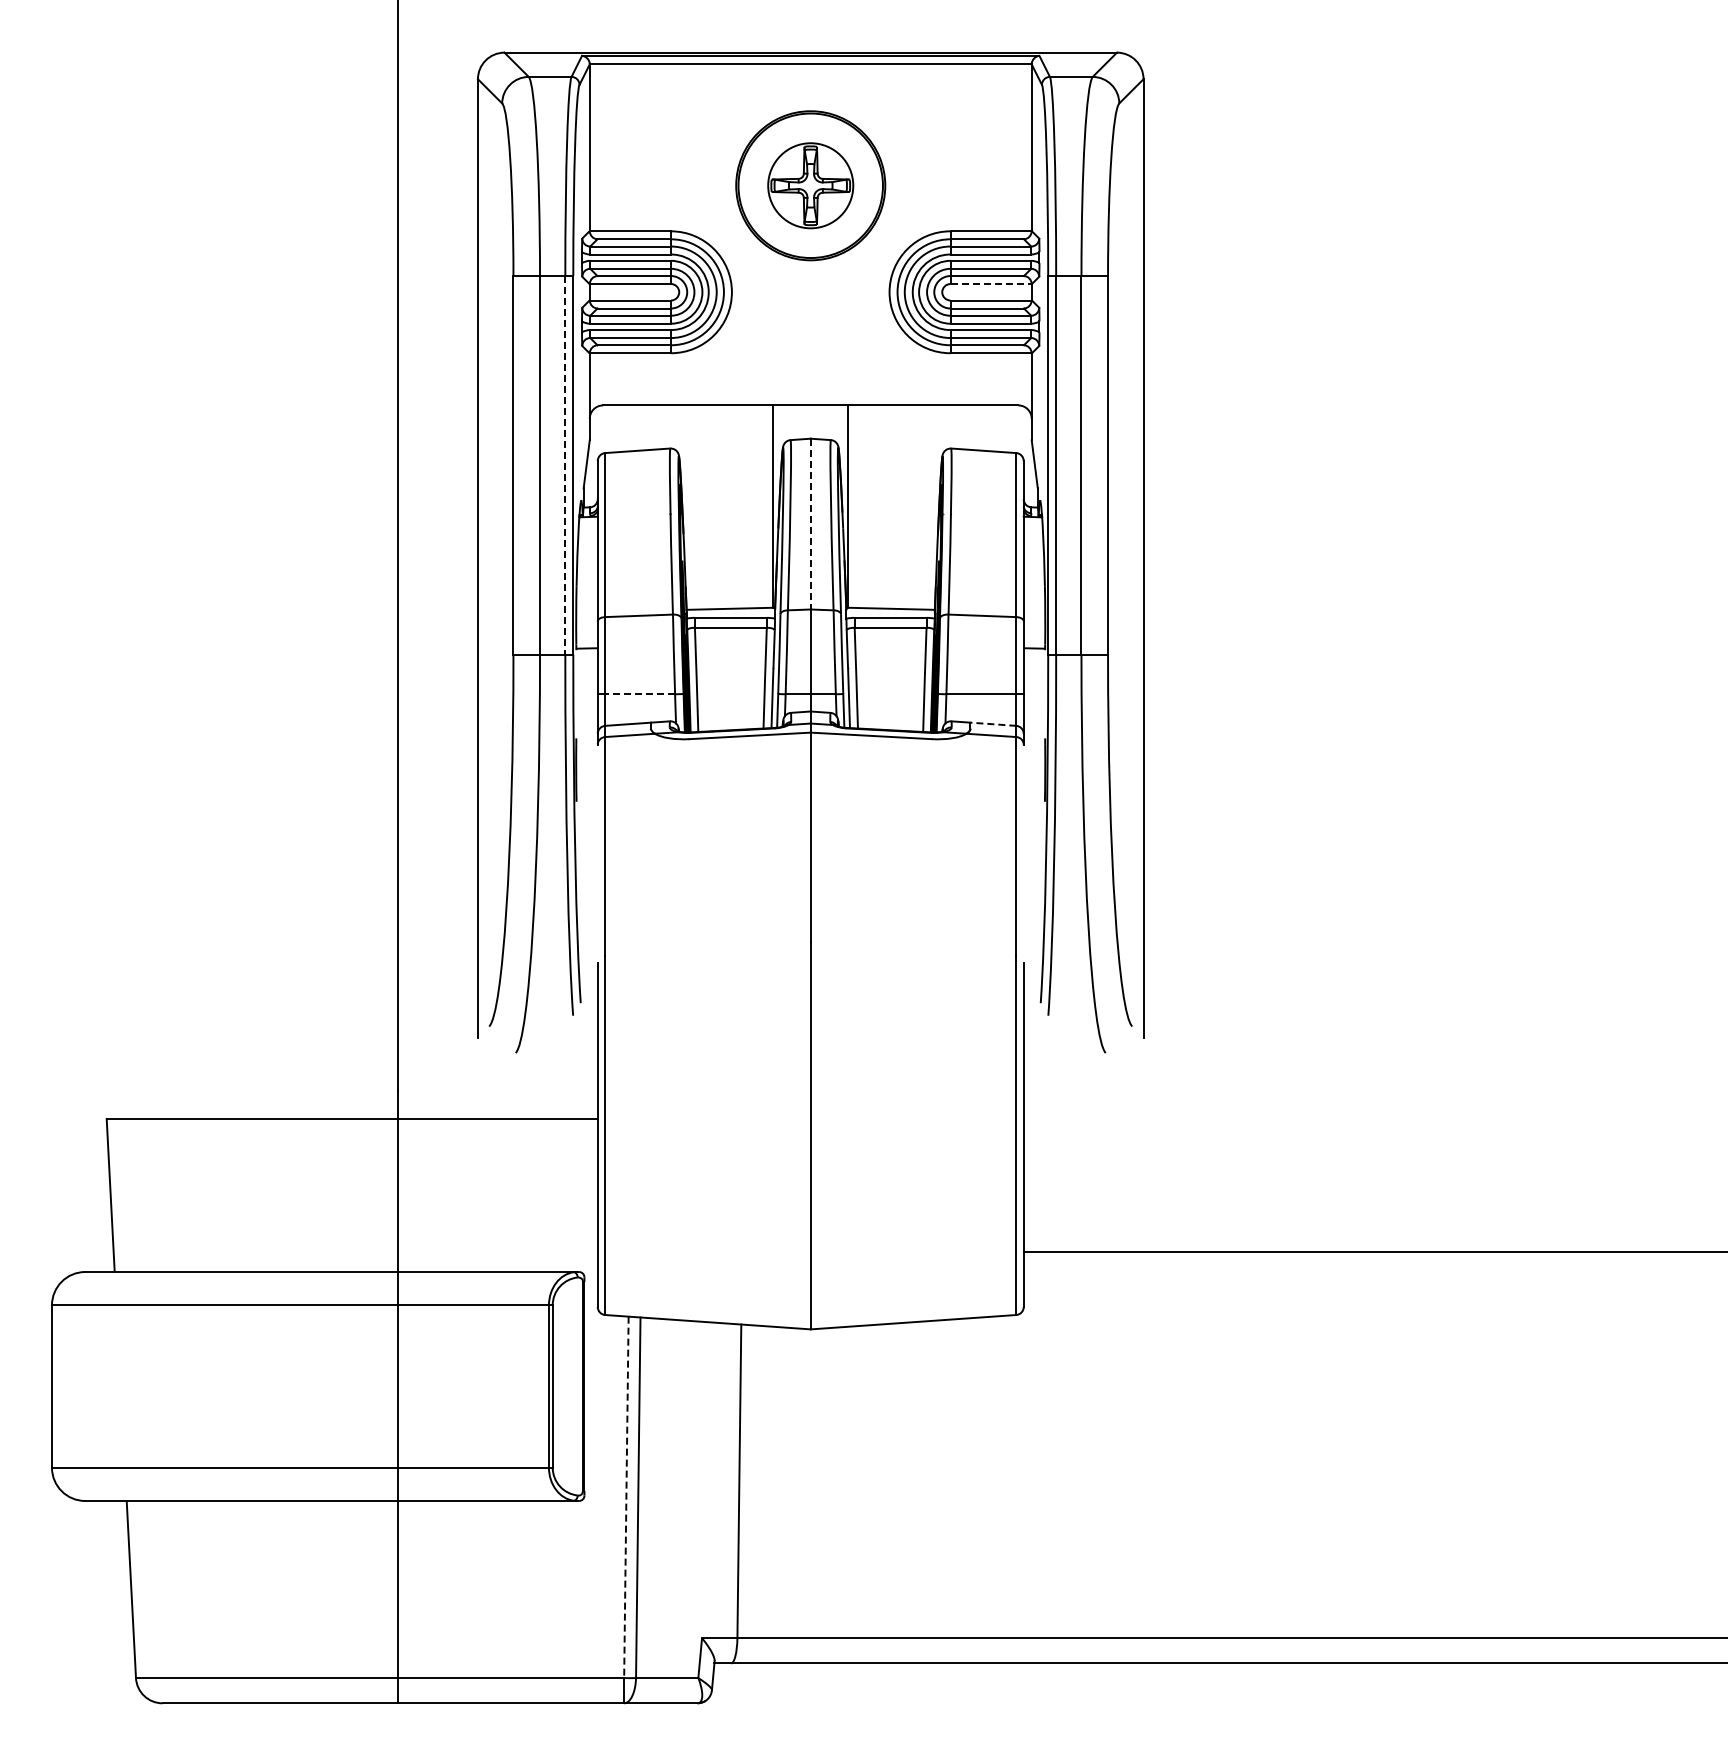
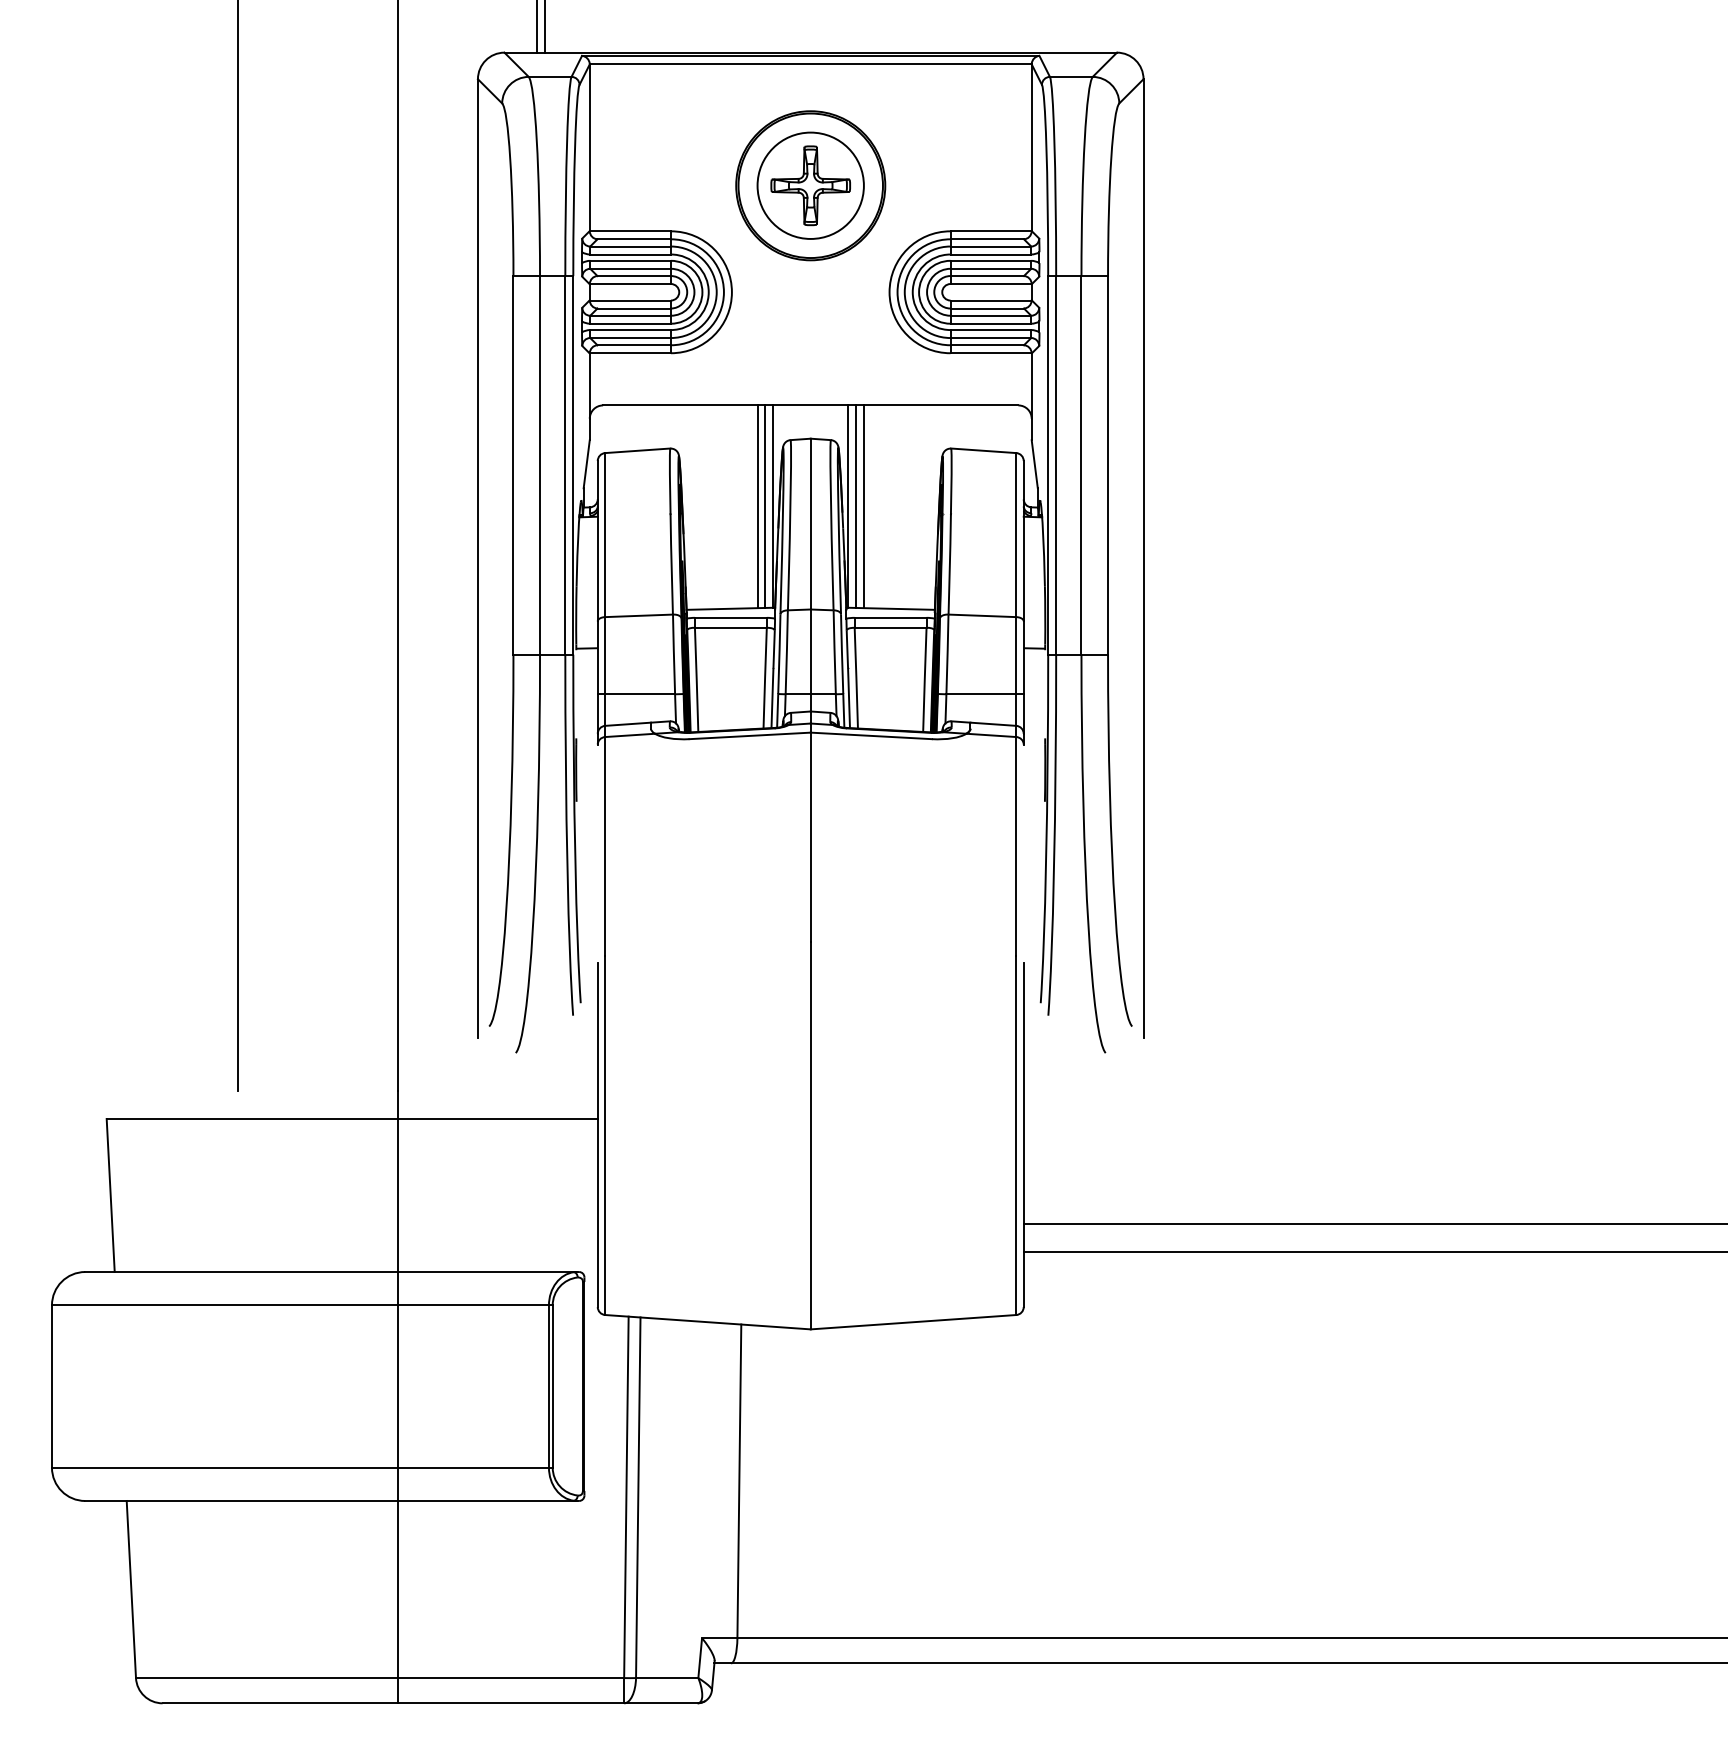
line at (536, 27): none -> present
line at (544, 27): none -> present
circle at (810, 185) diameter: 85 px -> 106 px
line at (991, 284): dashed -> solid
line at (565, 465): dashed -> solid
line at (757, 506): none -> present
line at (765, 506): none -> present
line at (856, 506): none -> present
line at (863, 506): none -> present
line at (810, 524): dashed -> solid
line at (238, 546): none -> present
line at (640, 694): dashed -> solid
line at (993, 724): dashed -> solid
line at (1373, 1224): none -> present
line at (626, 1497): dashed -> solid
